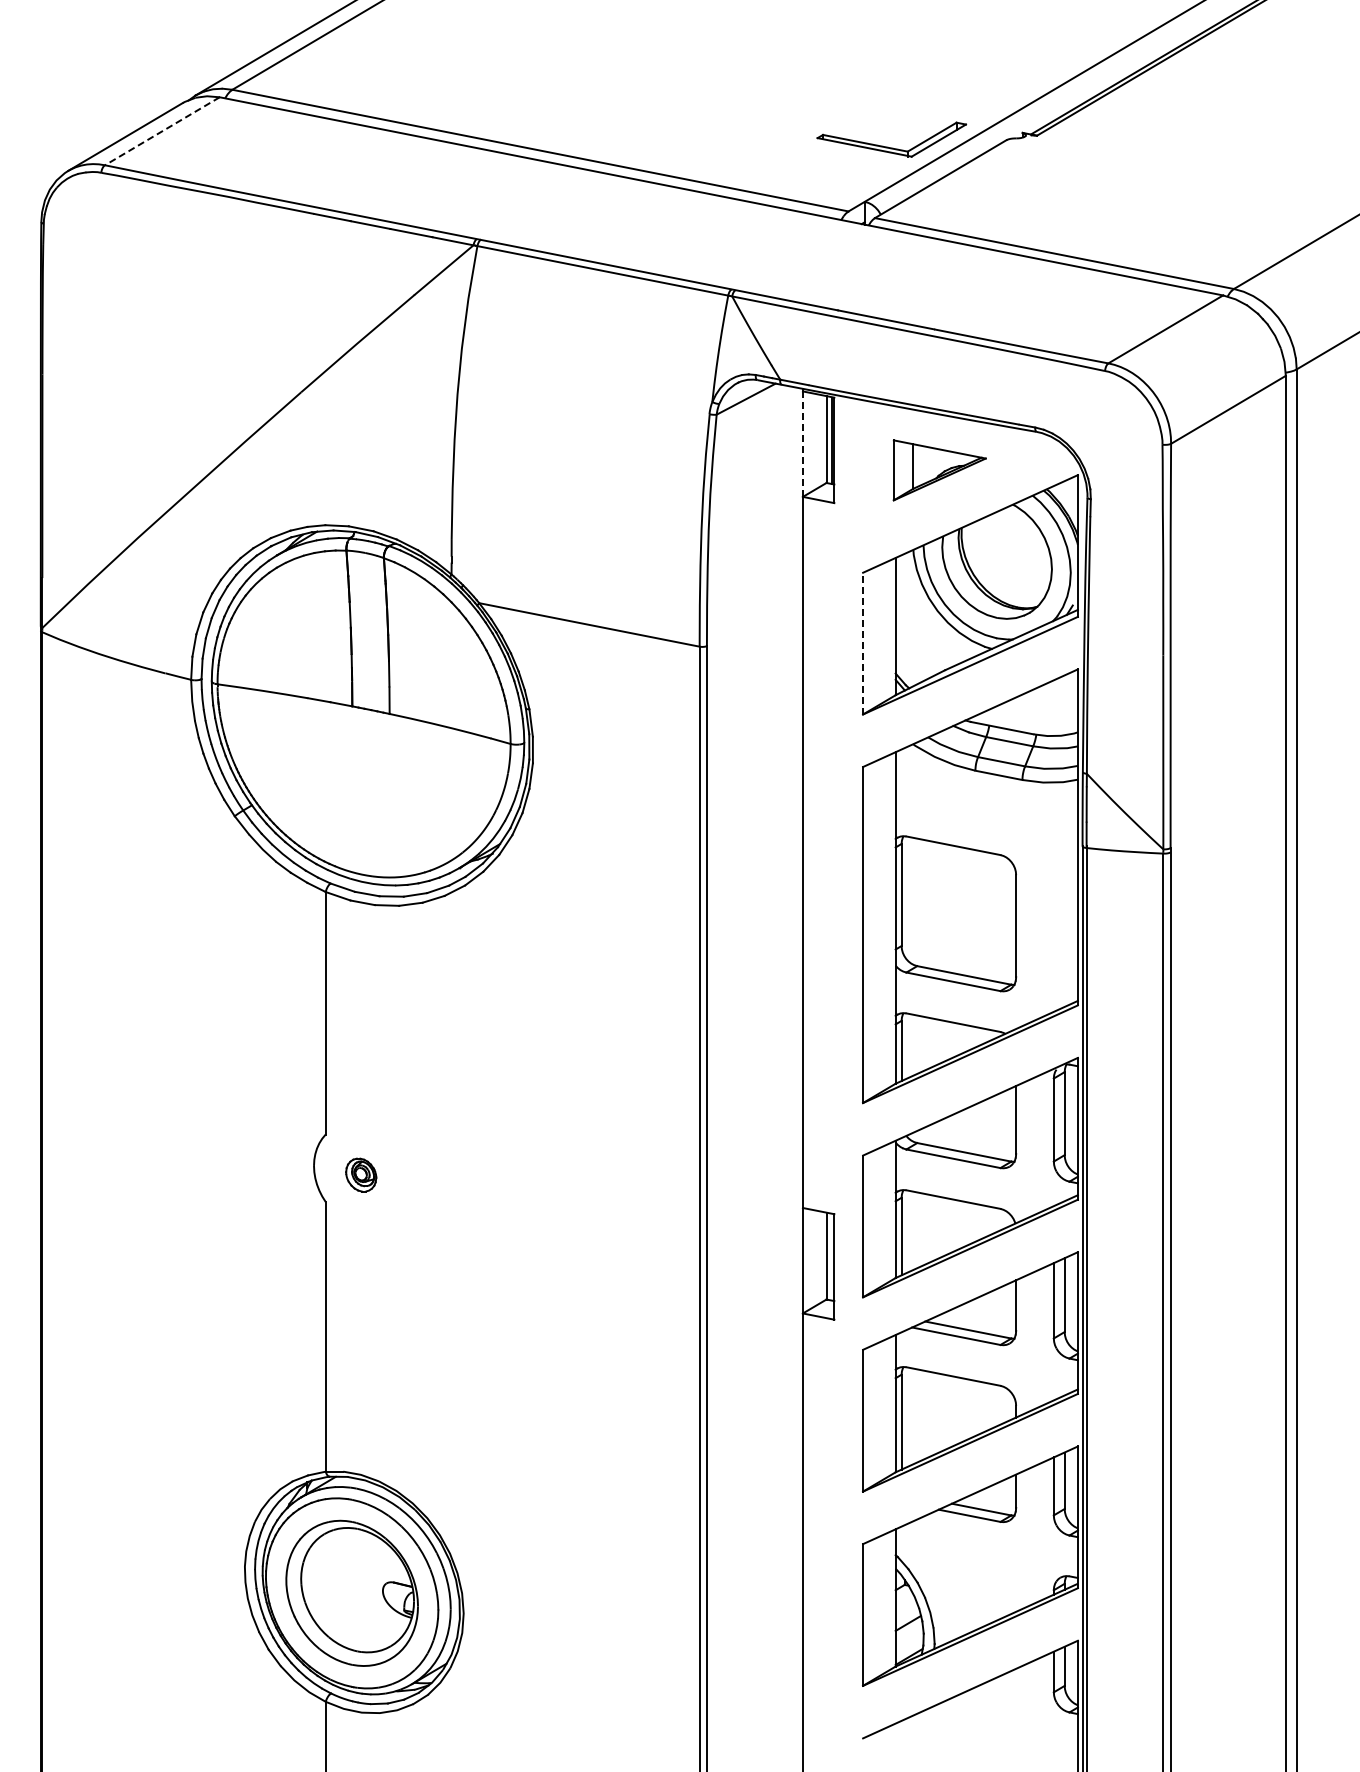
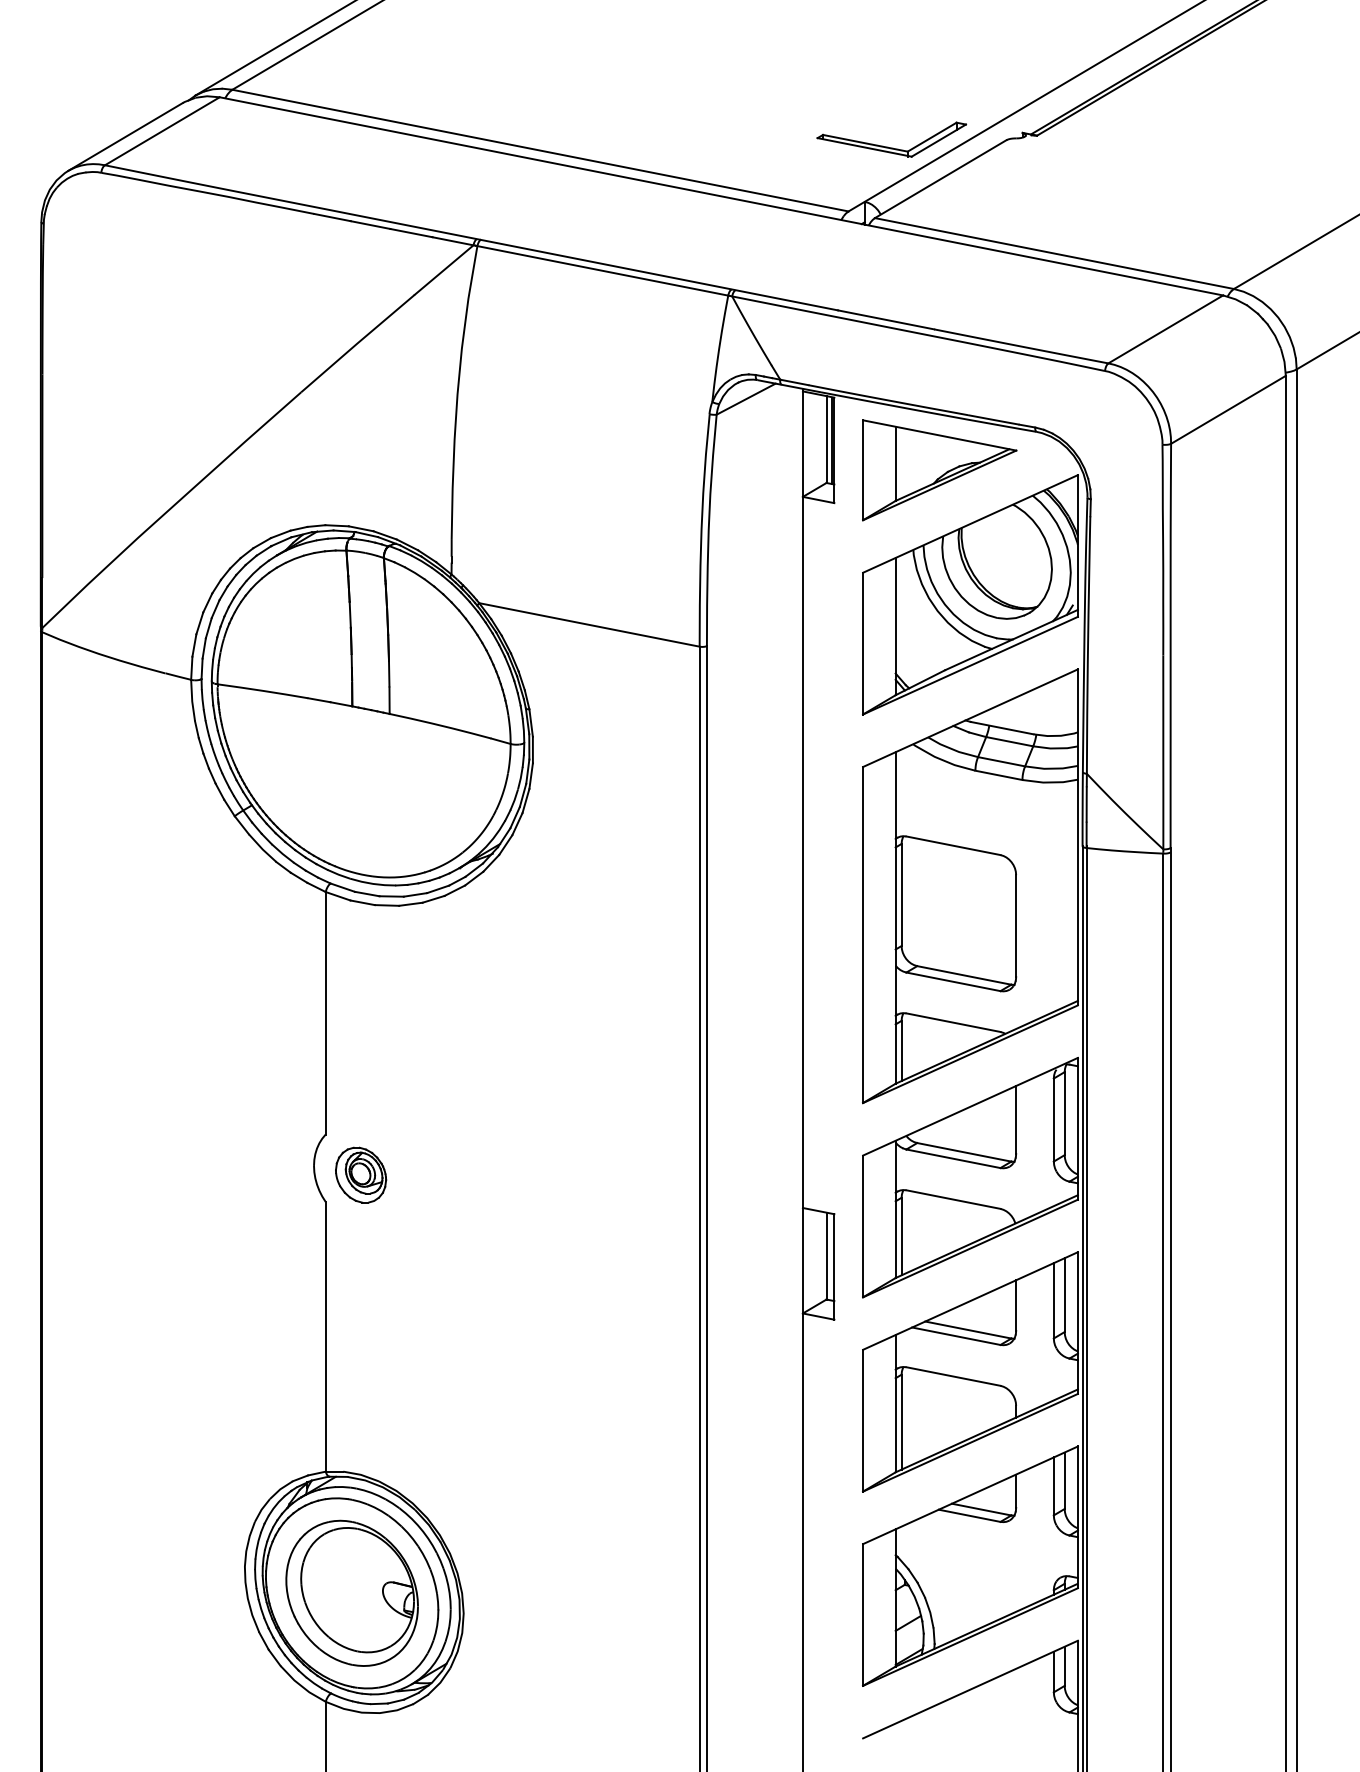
line at (162, 131): dashed -> solid
line at (802, 444): dashed -> solid
part at (939, 470) size: 95x63 px -> 156x103 px
line at (863, 643): dashed -> solid
part at (361, 1174) size: 33x36 px -> 53x58 px
